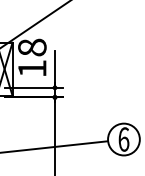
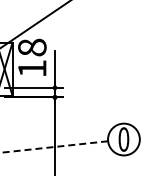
text at (123, 139): 6 -> 0
line at (54, 146): solid -> dashed
